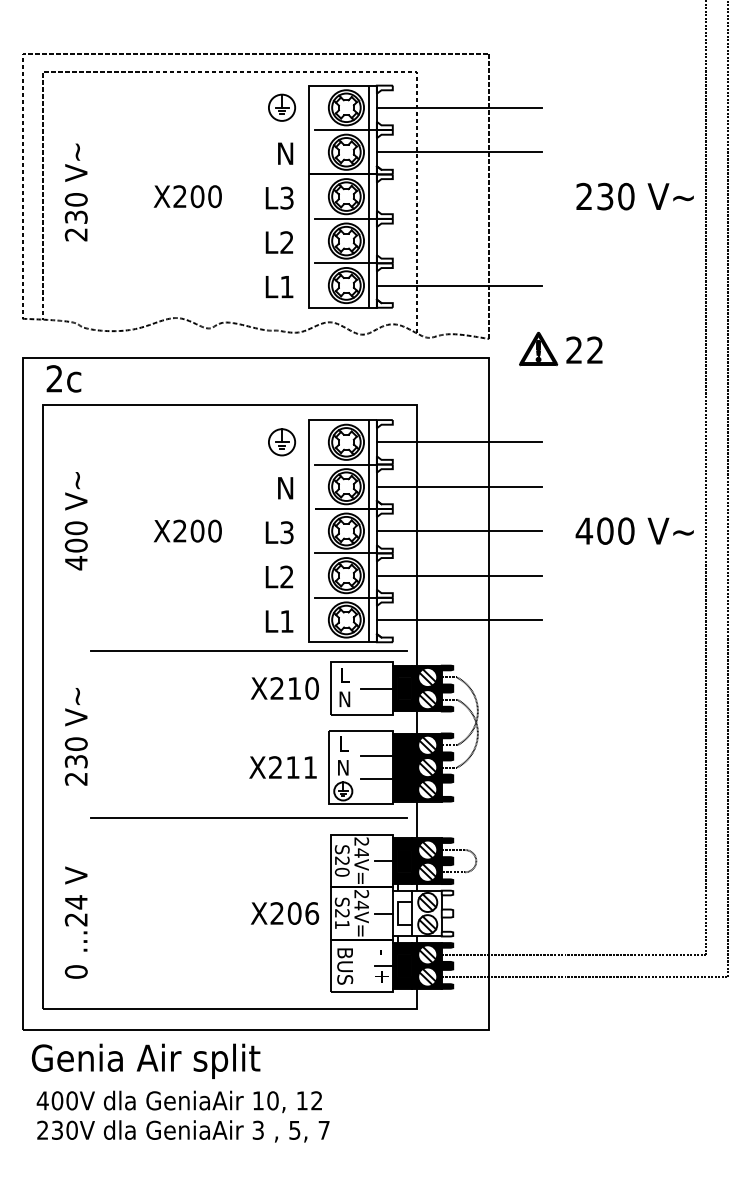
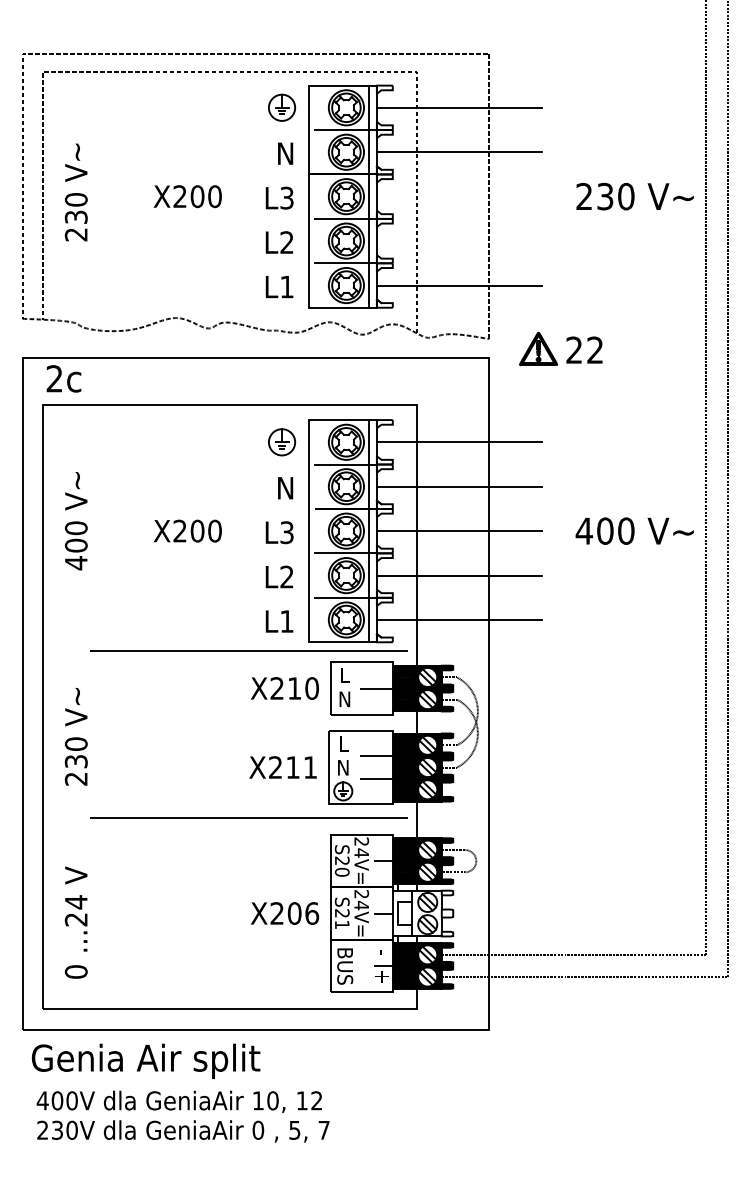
text at (258, 1129): 3 -> 0
